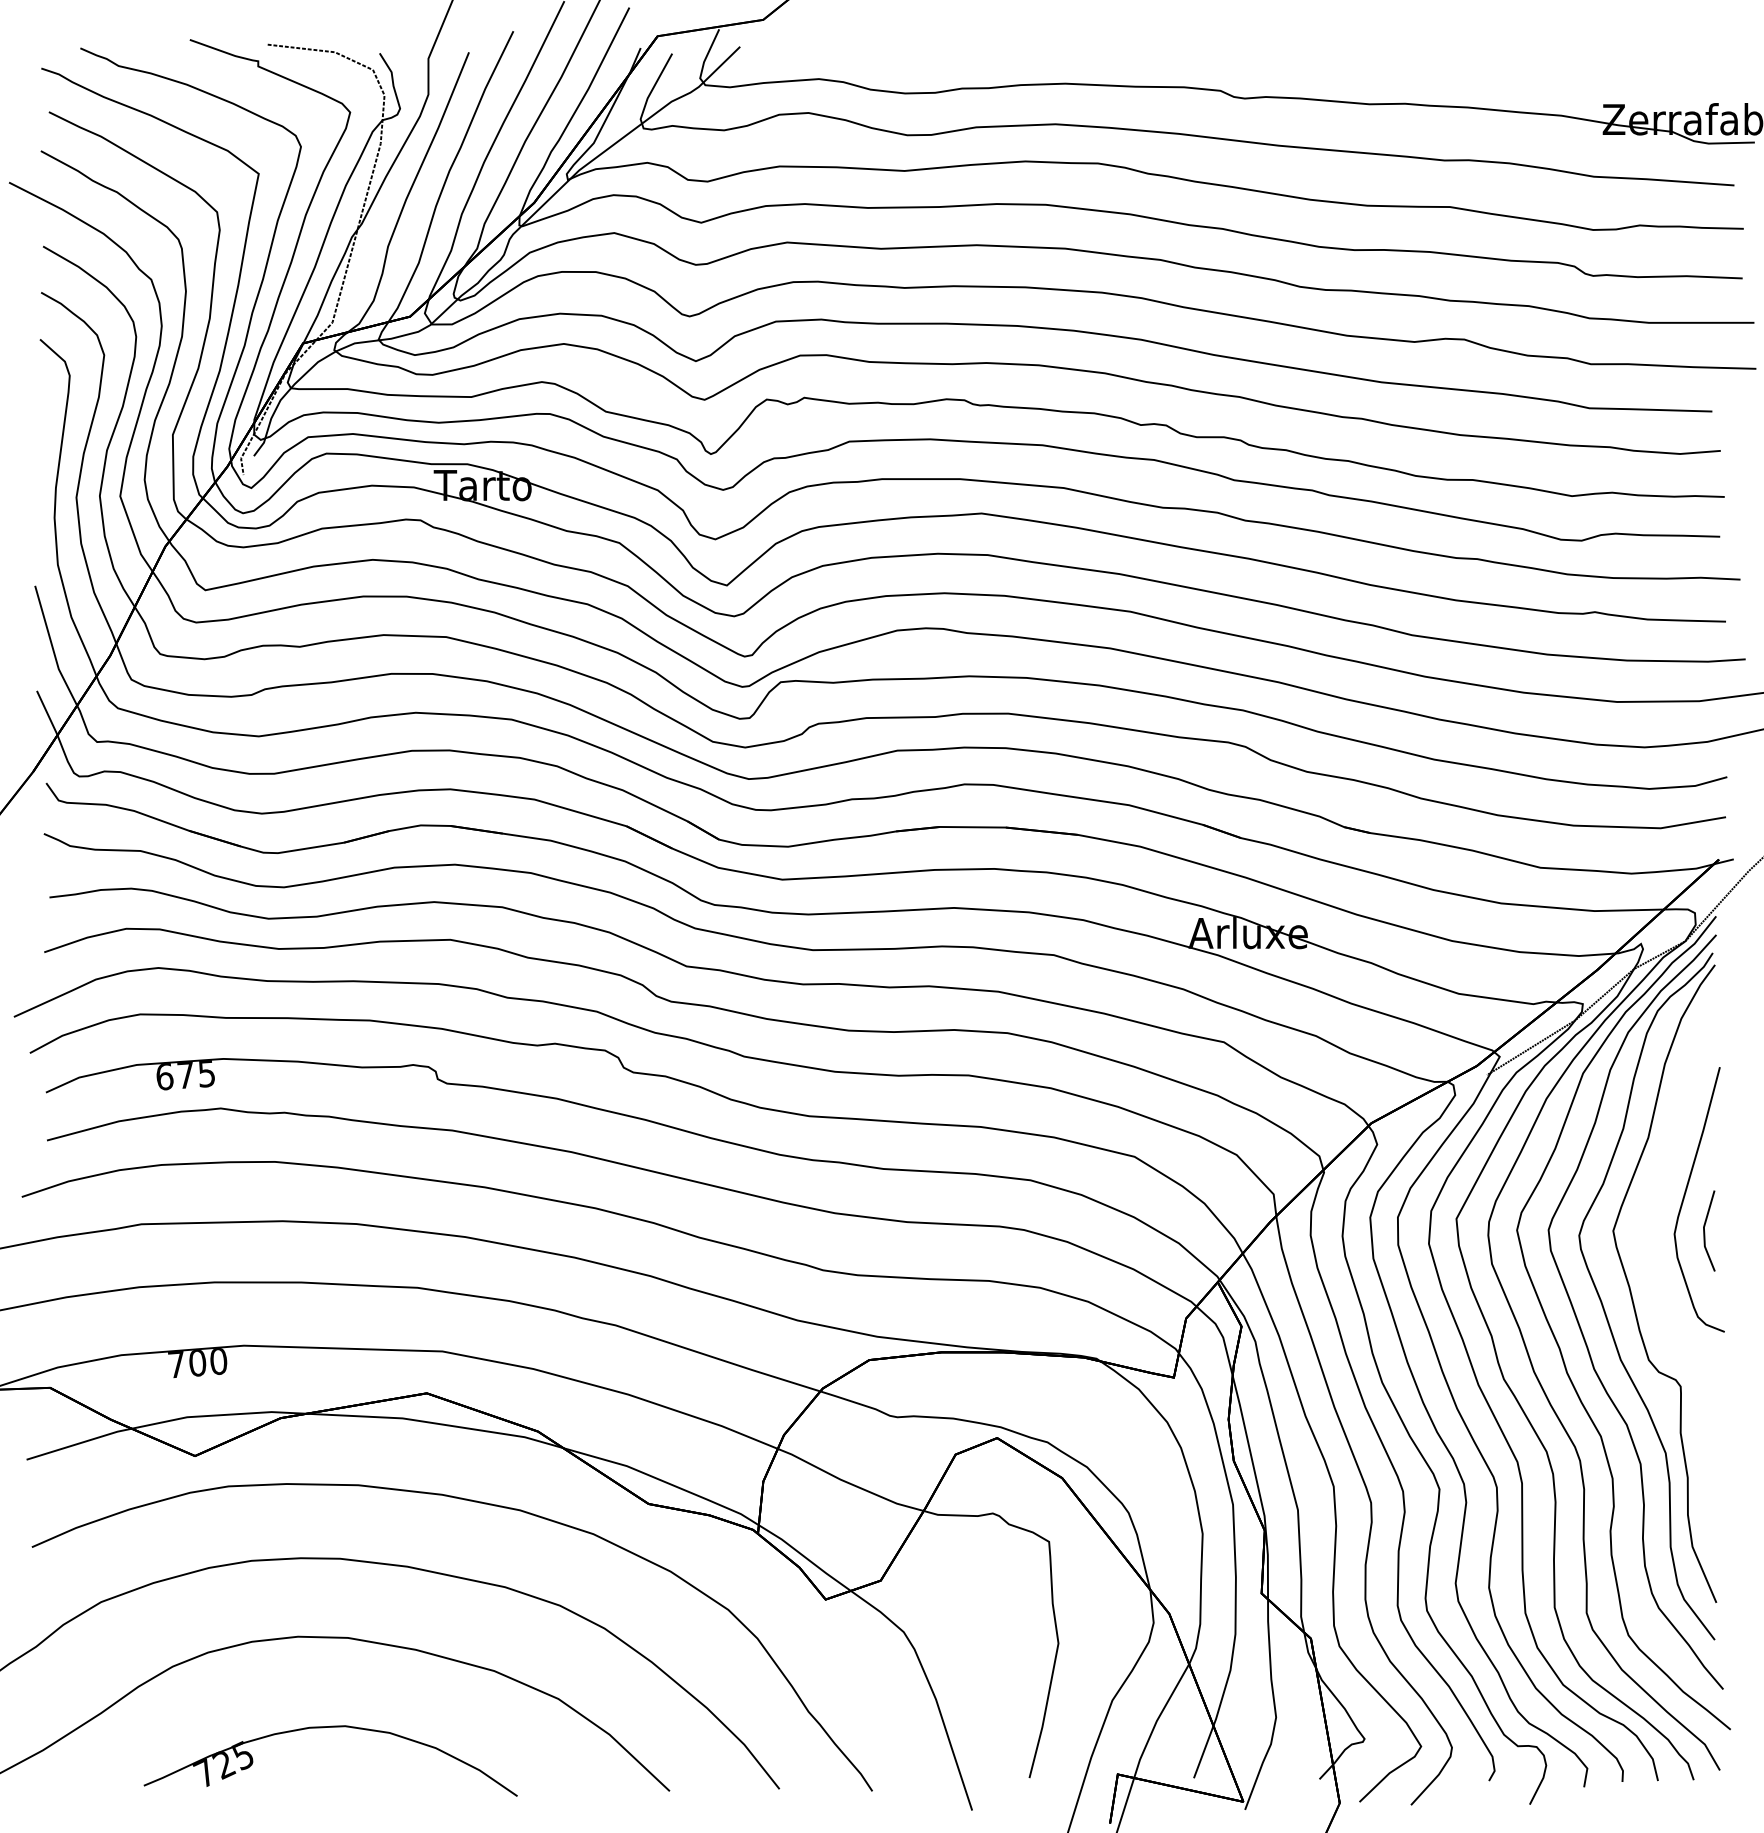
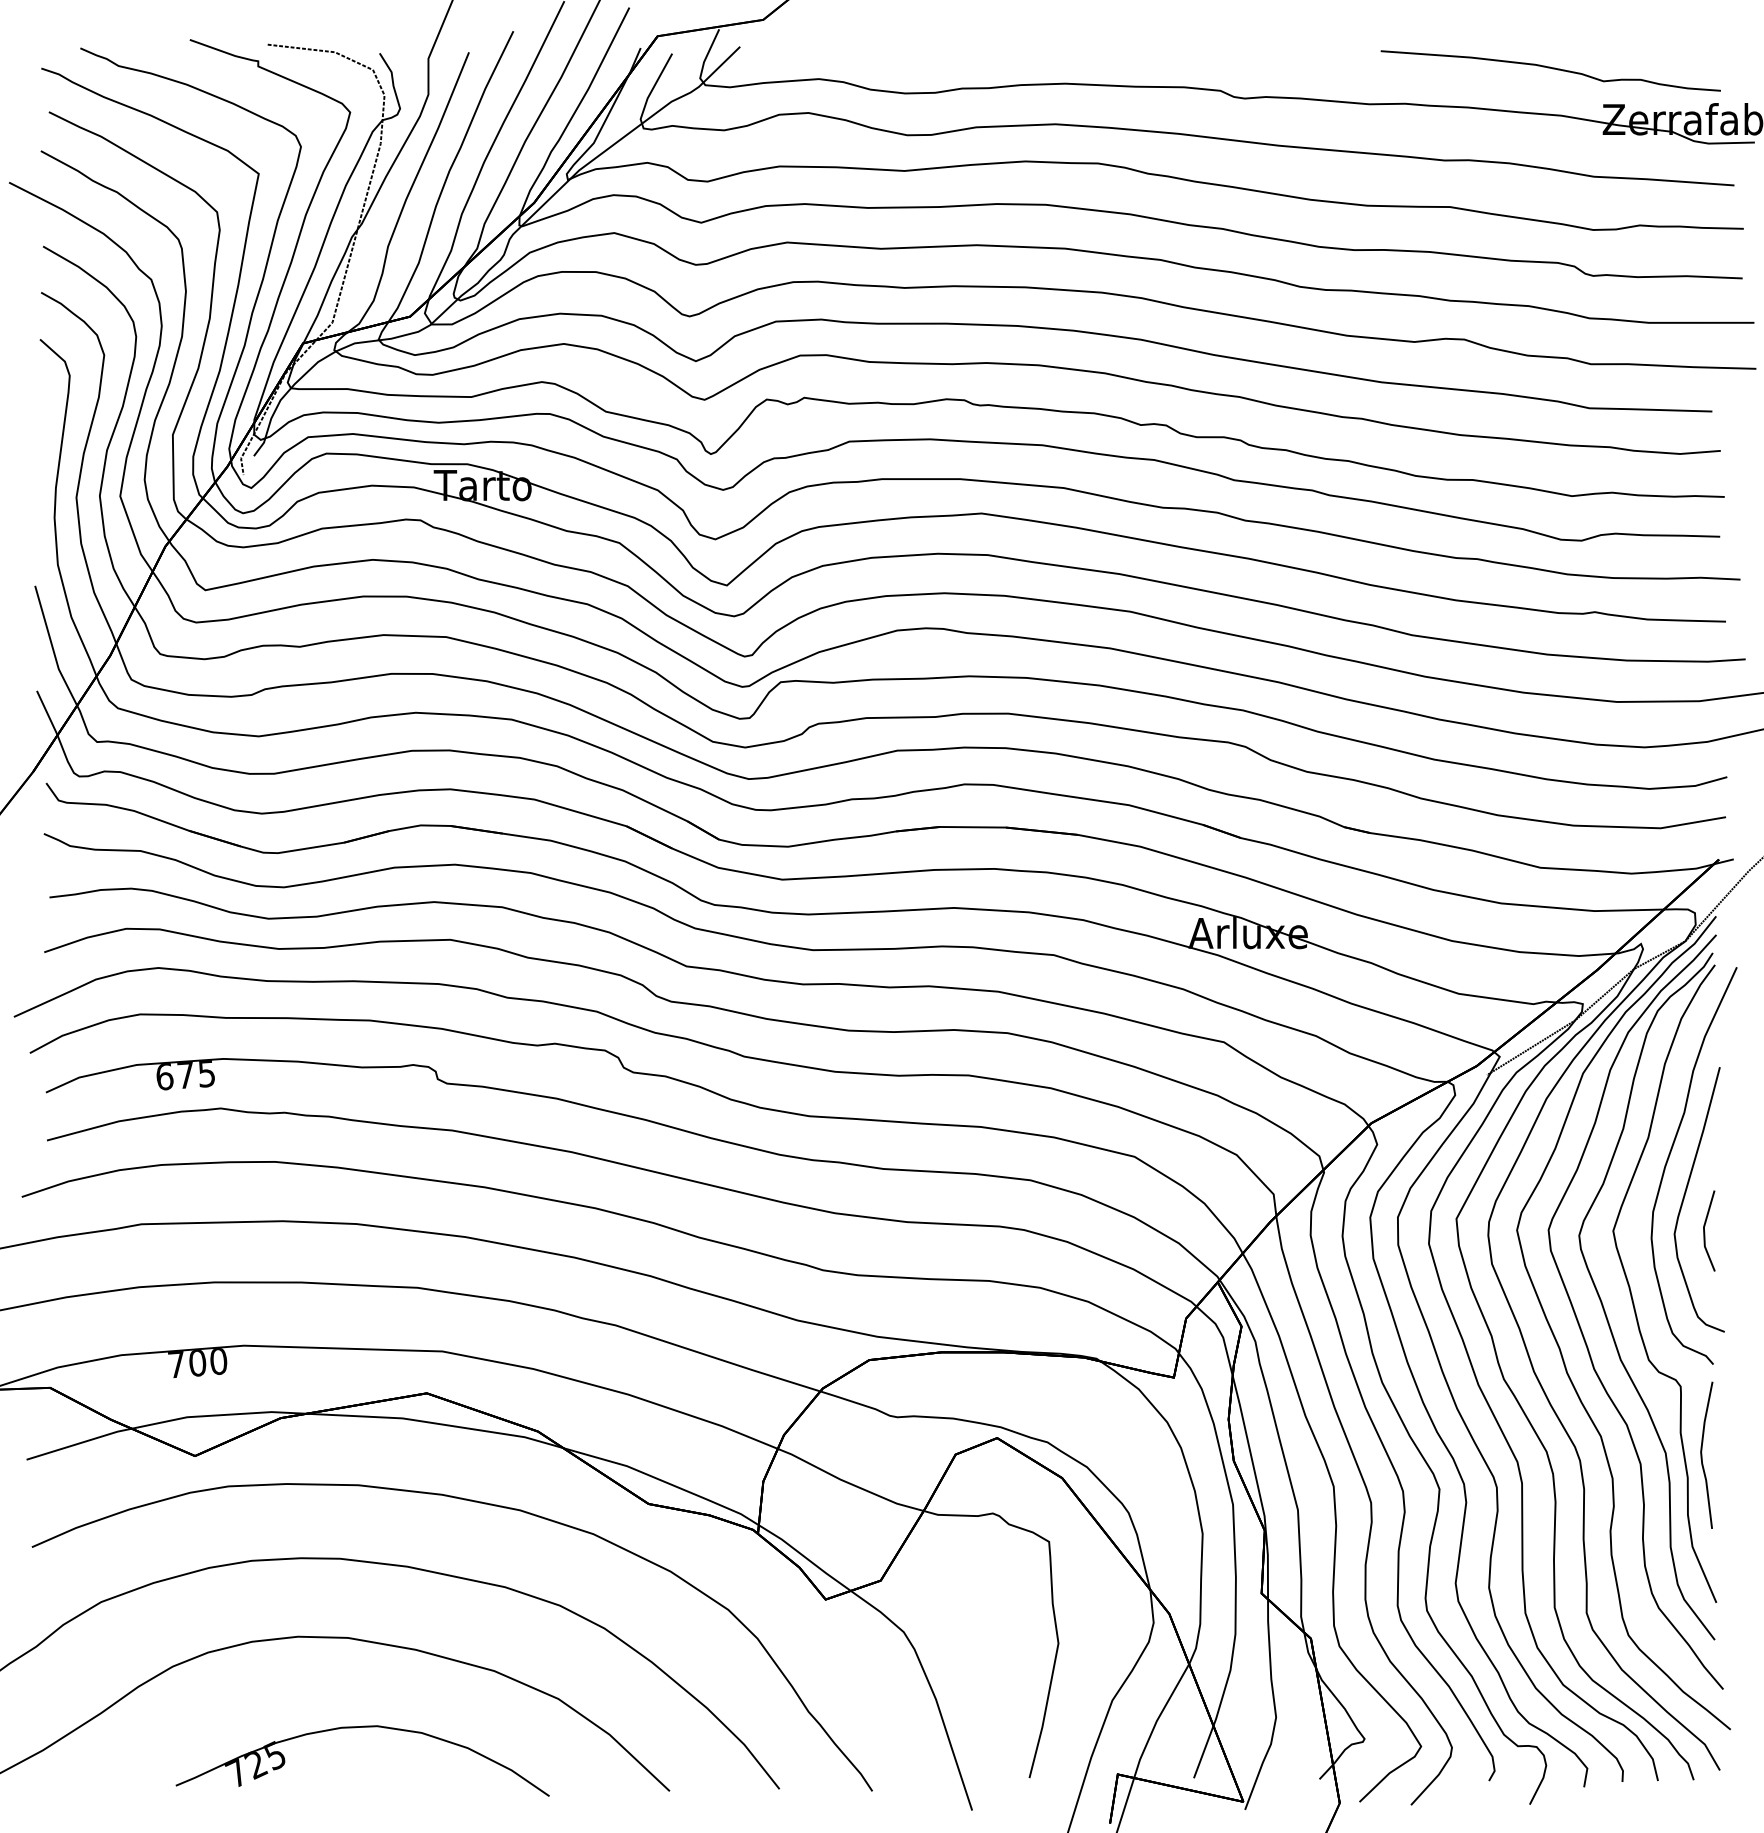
curve at (1550, 68): none -> present
part at (1654, 1253): none -> present
part at (323, 1728) position: (323, 1728) -> (355, 1728)
